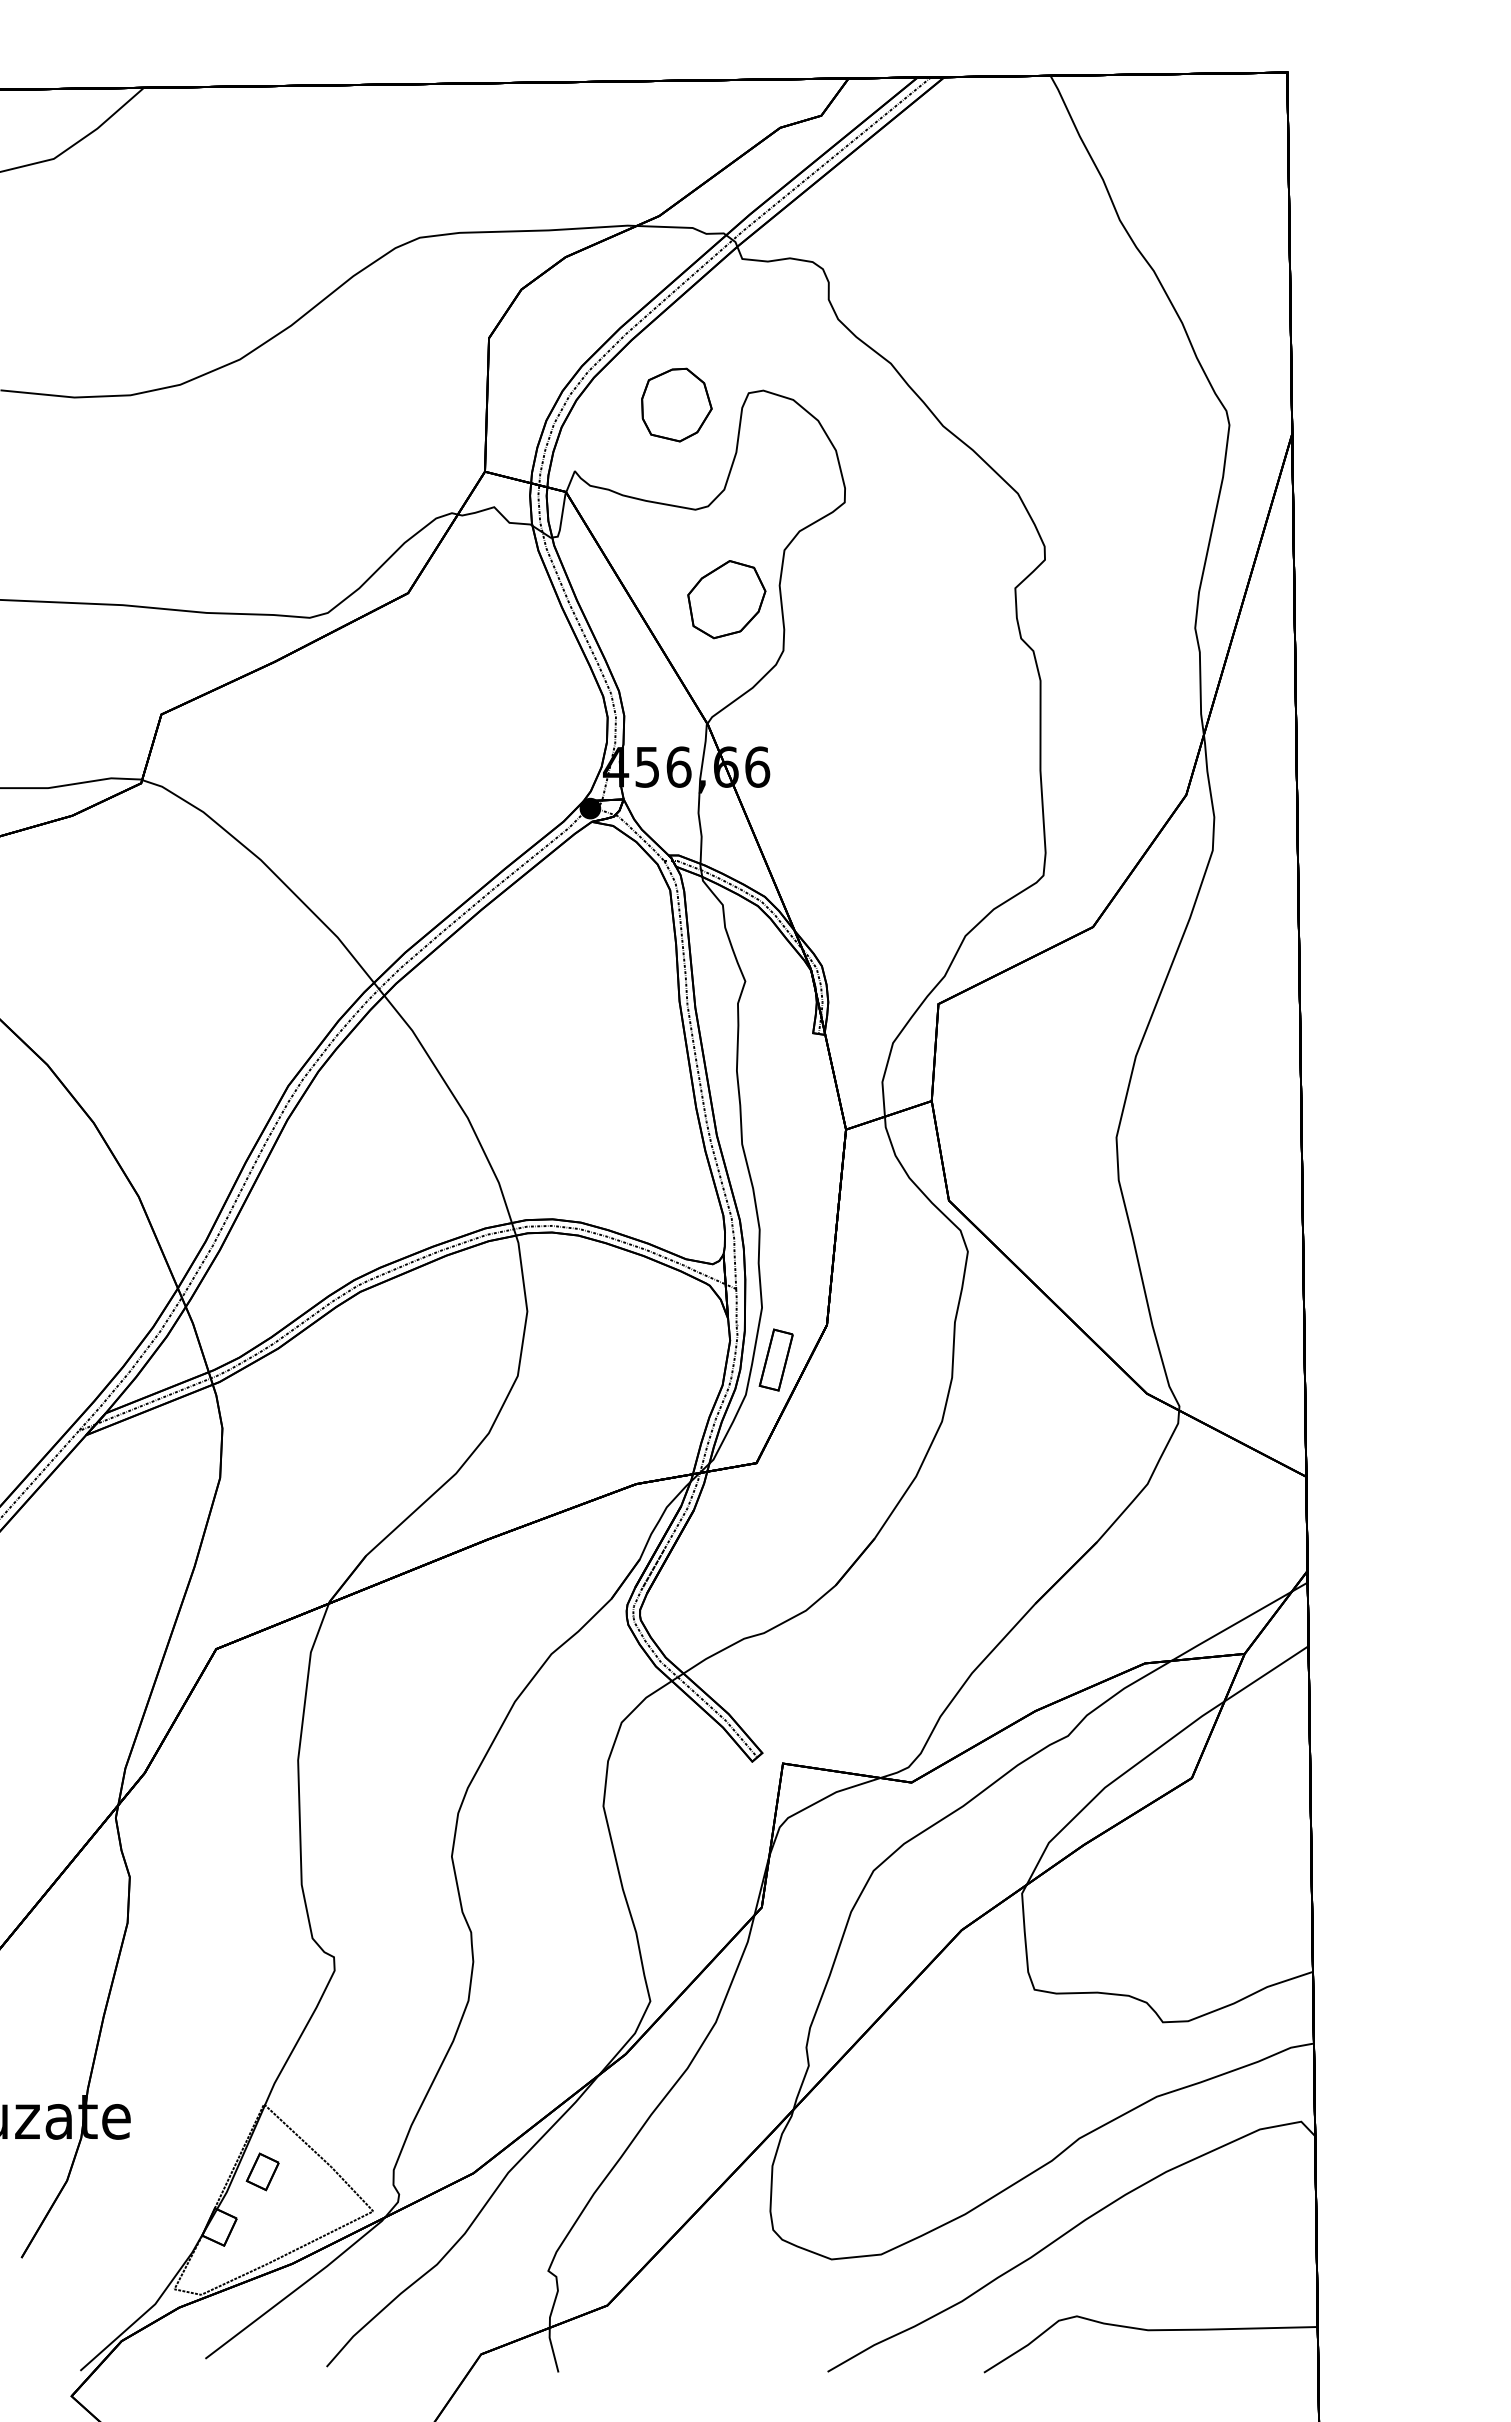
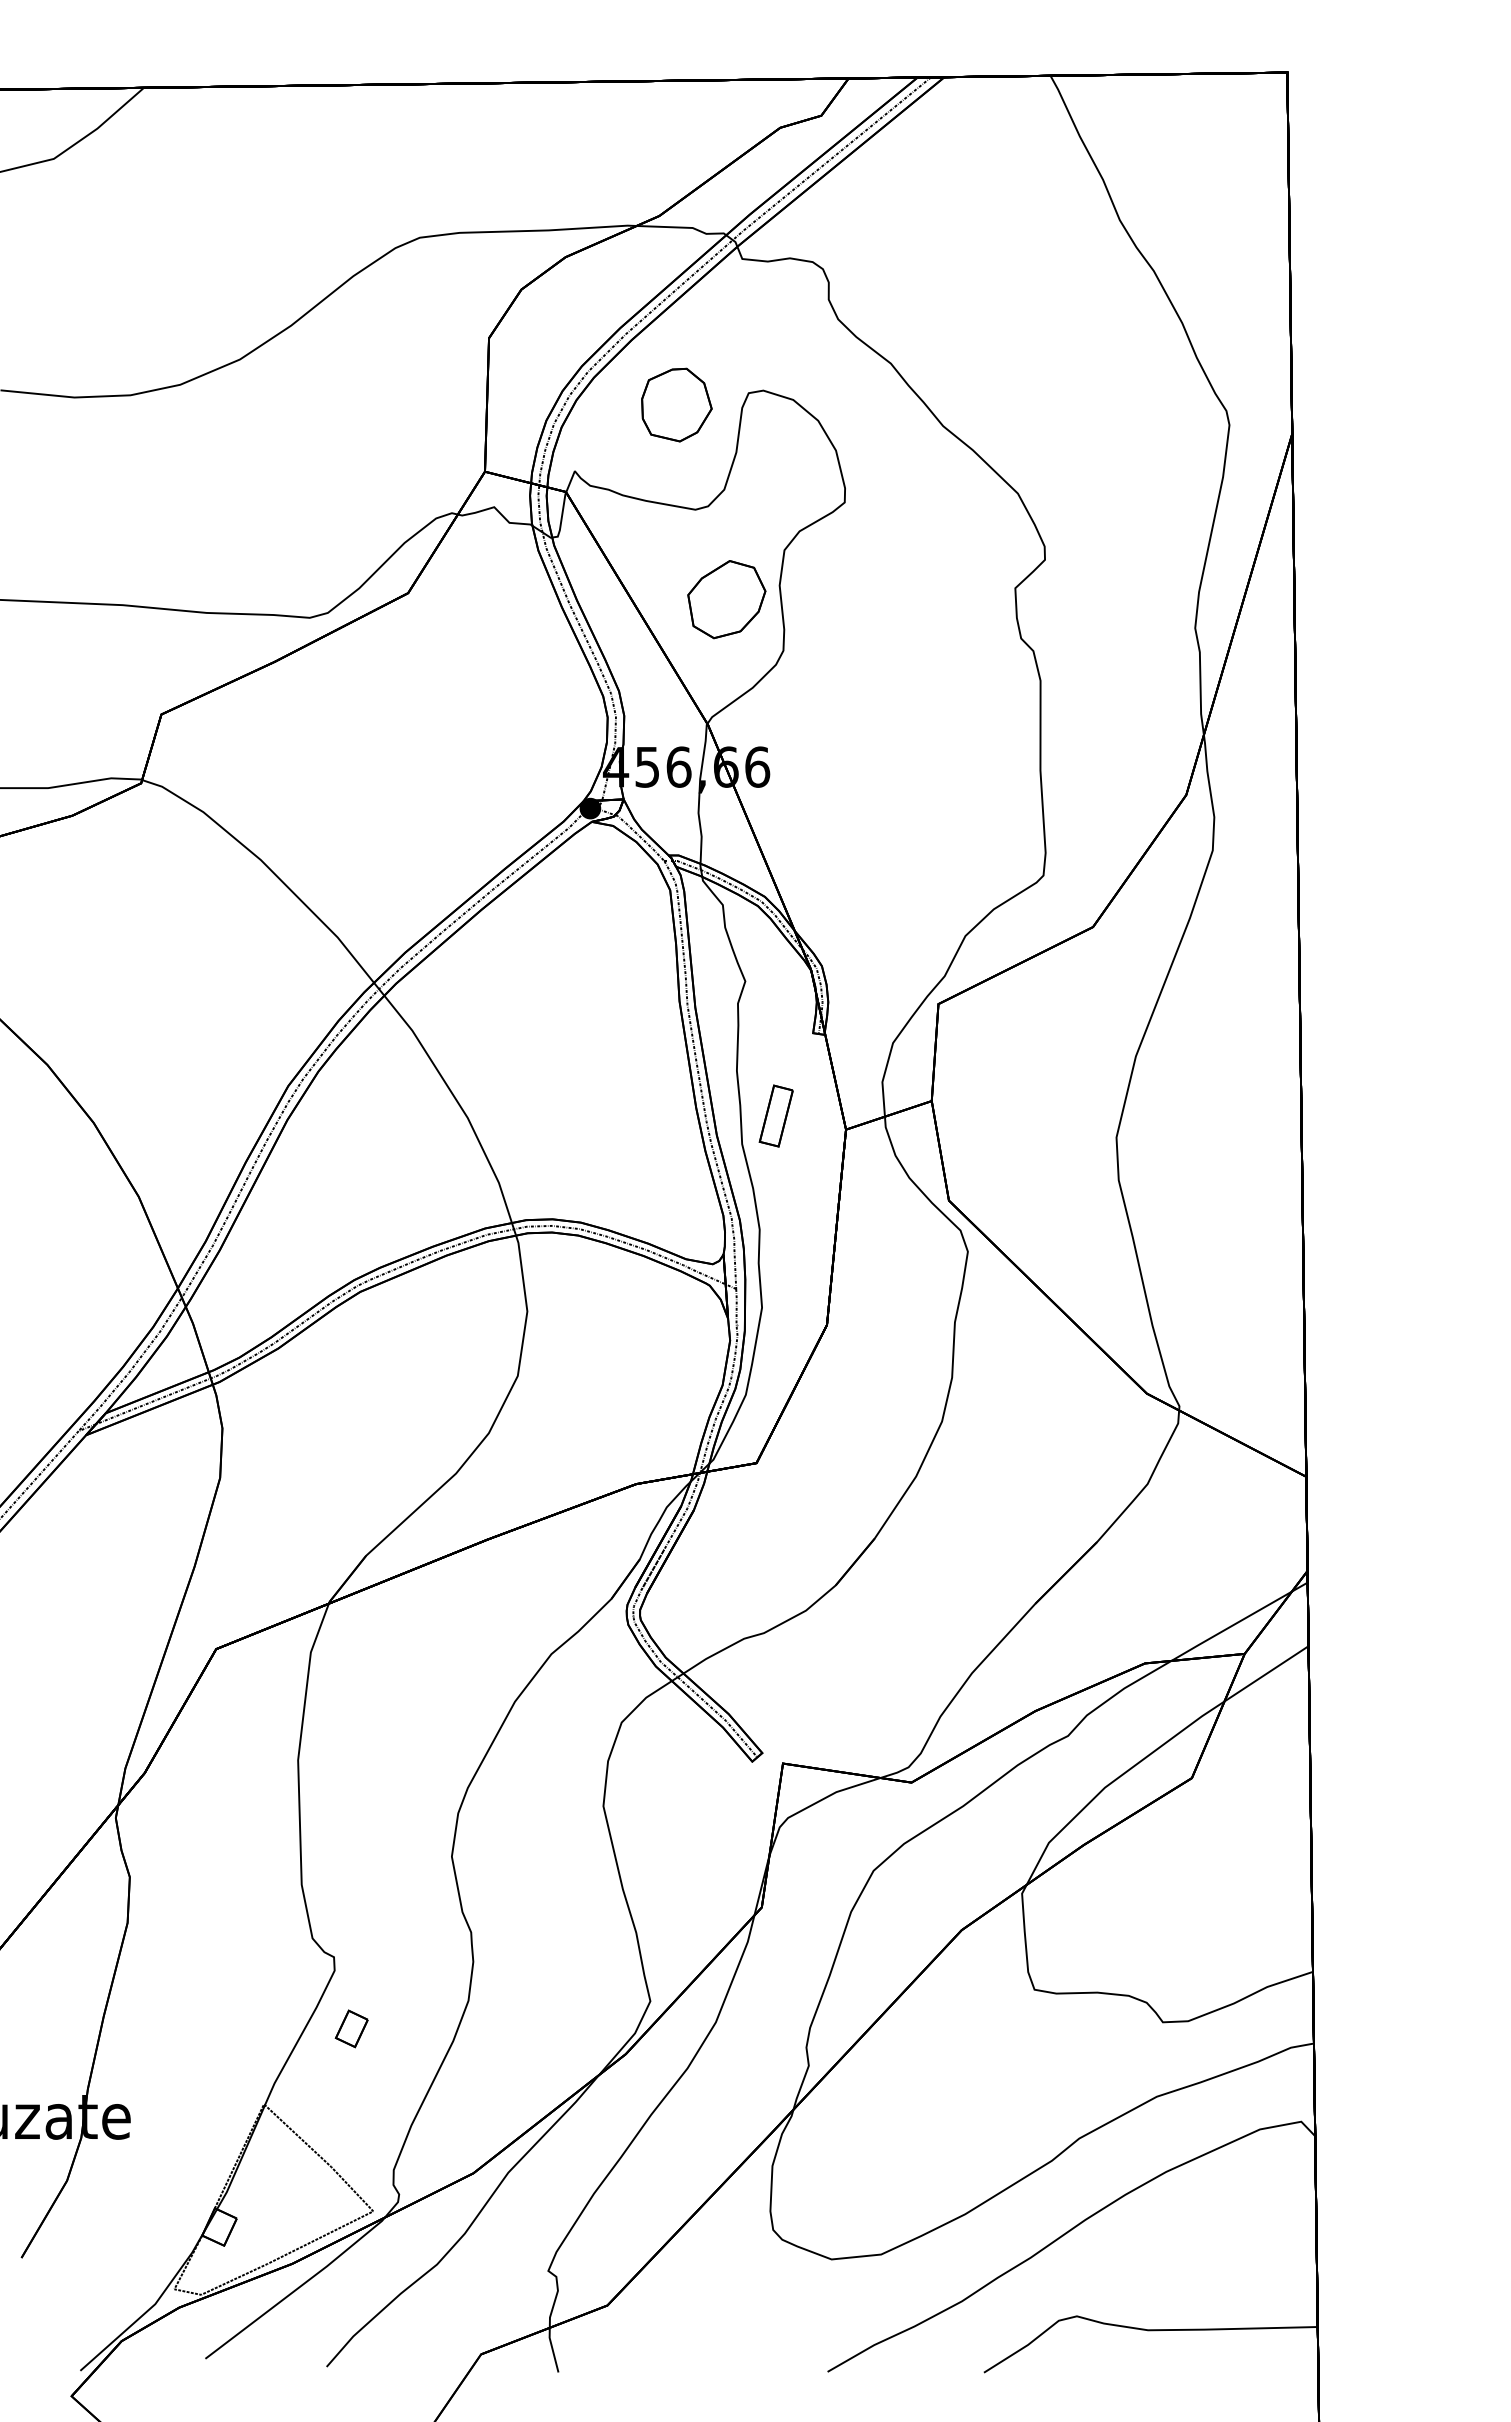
part at (775, 1359) position: (775, 1359) -> (775, 1115)
part at (262, 2171) position: (262, 2171) -> (351, 2028)
